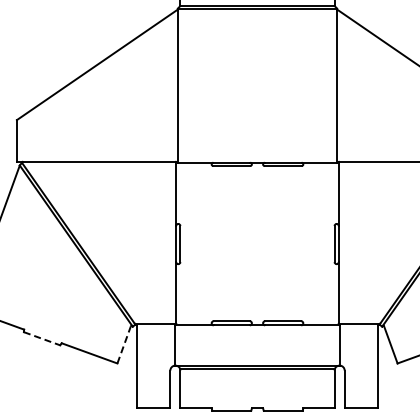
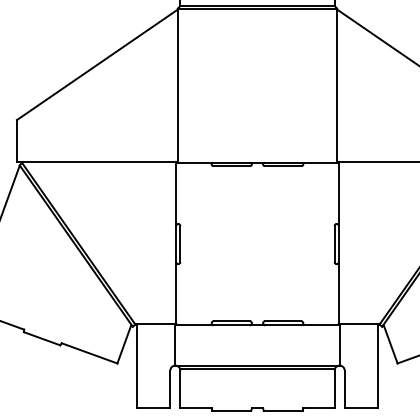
line at (42, 338): dashed -> solid
line at (124, 344): dashed -> solid
